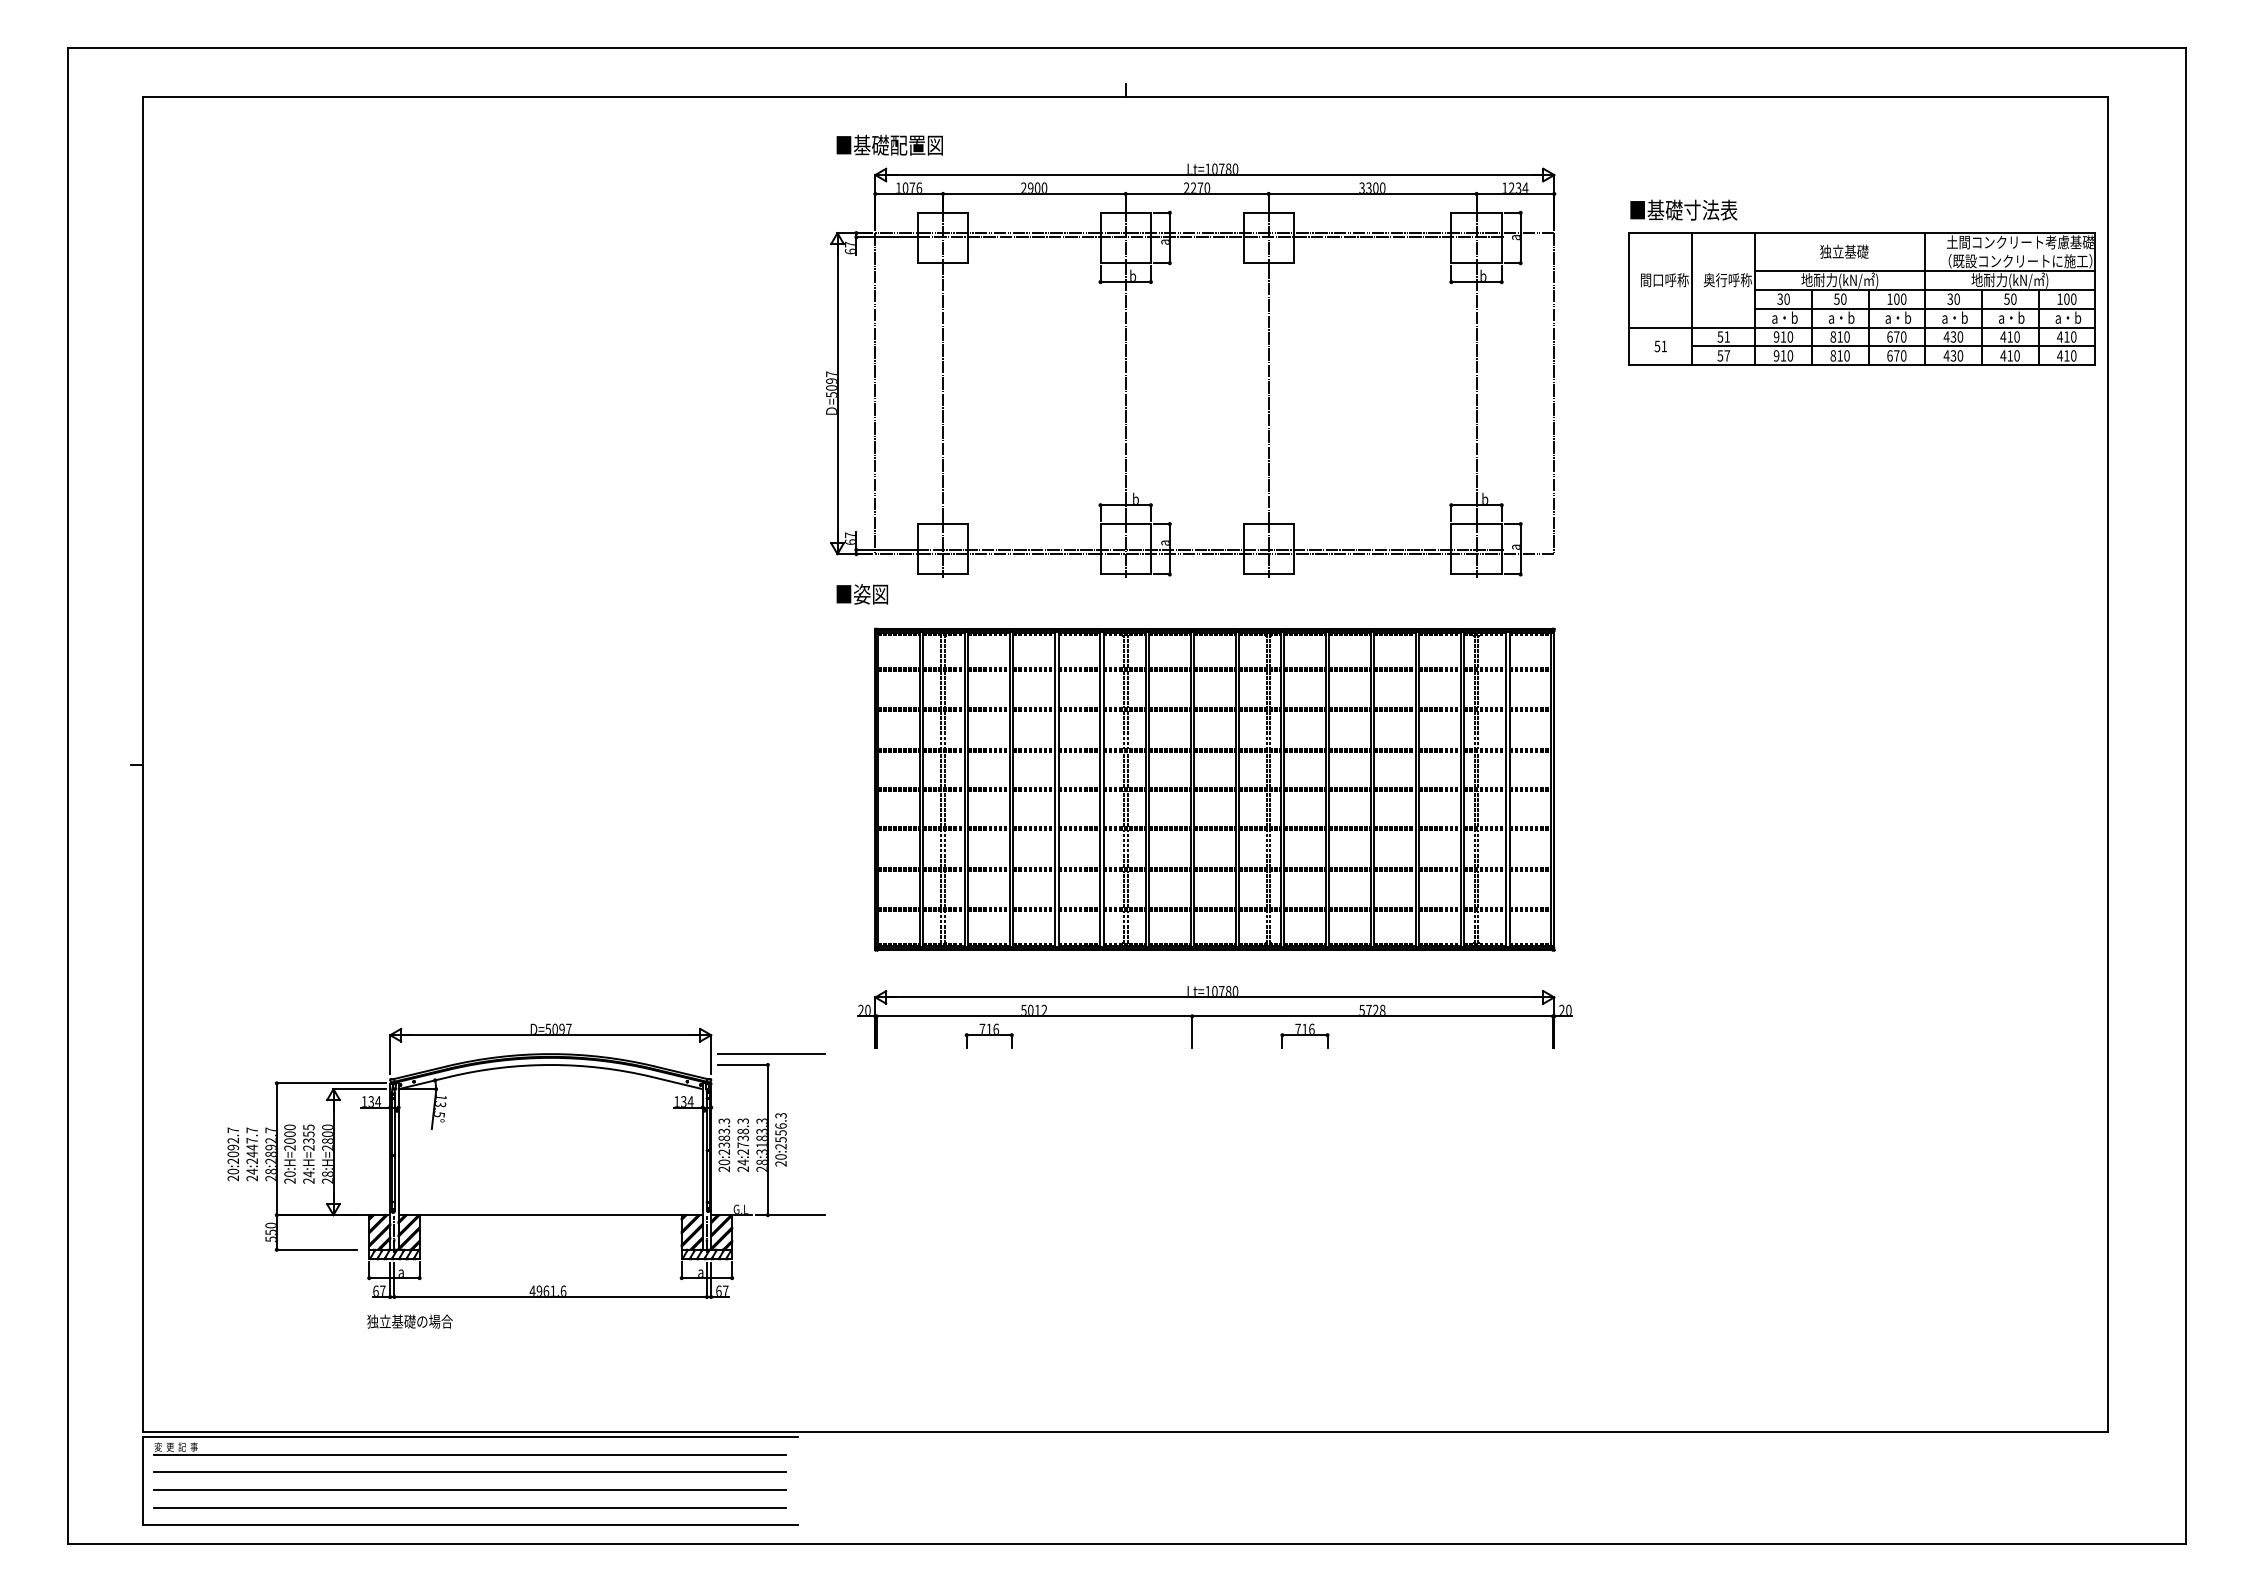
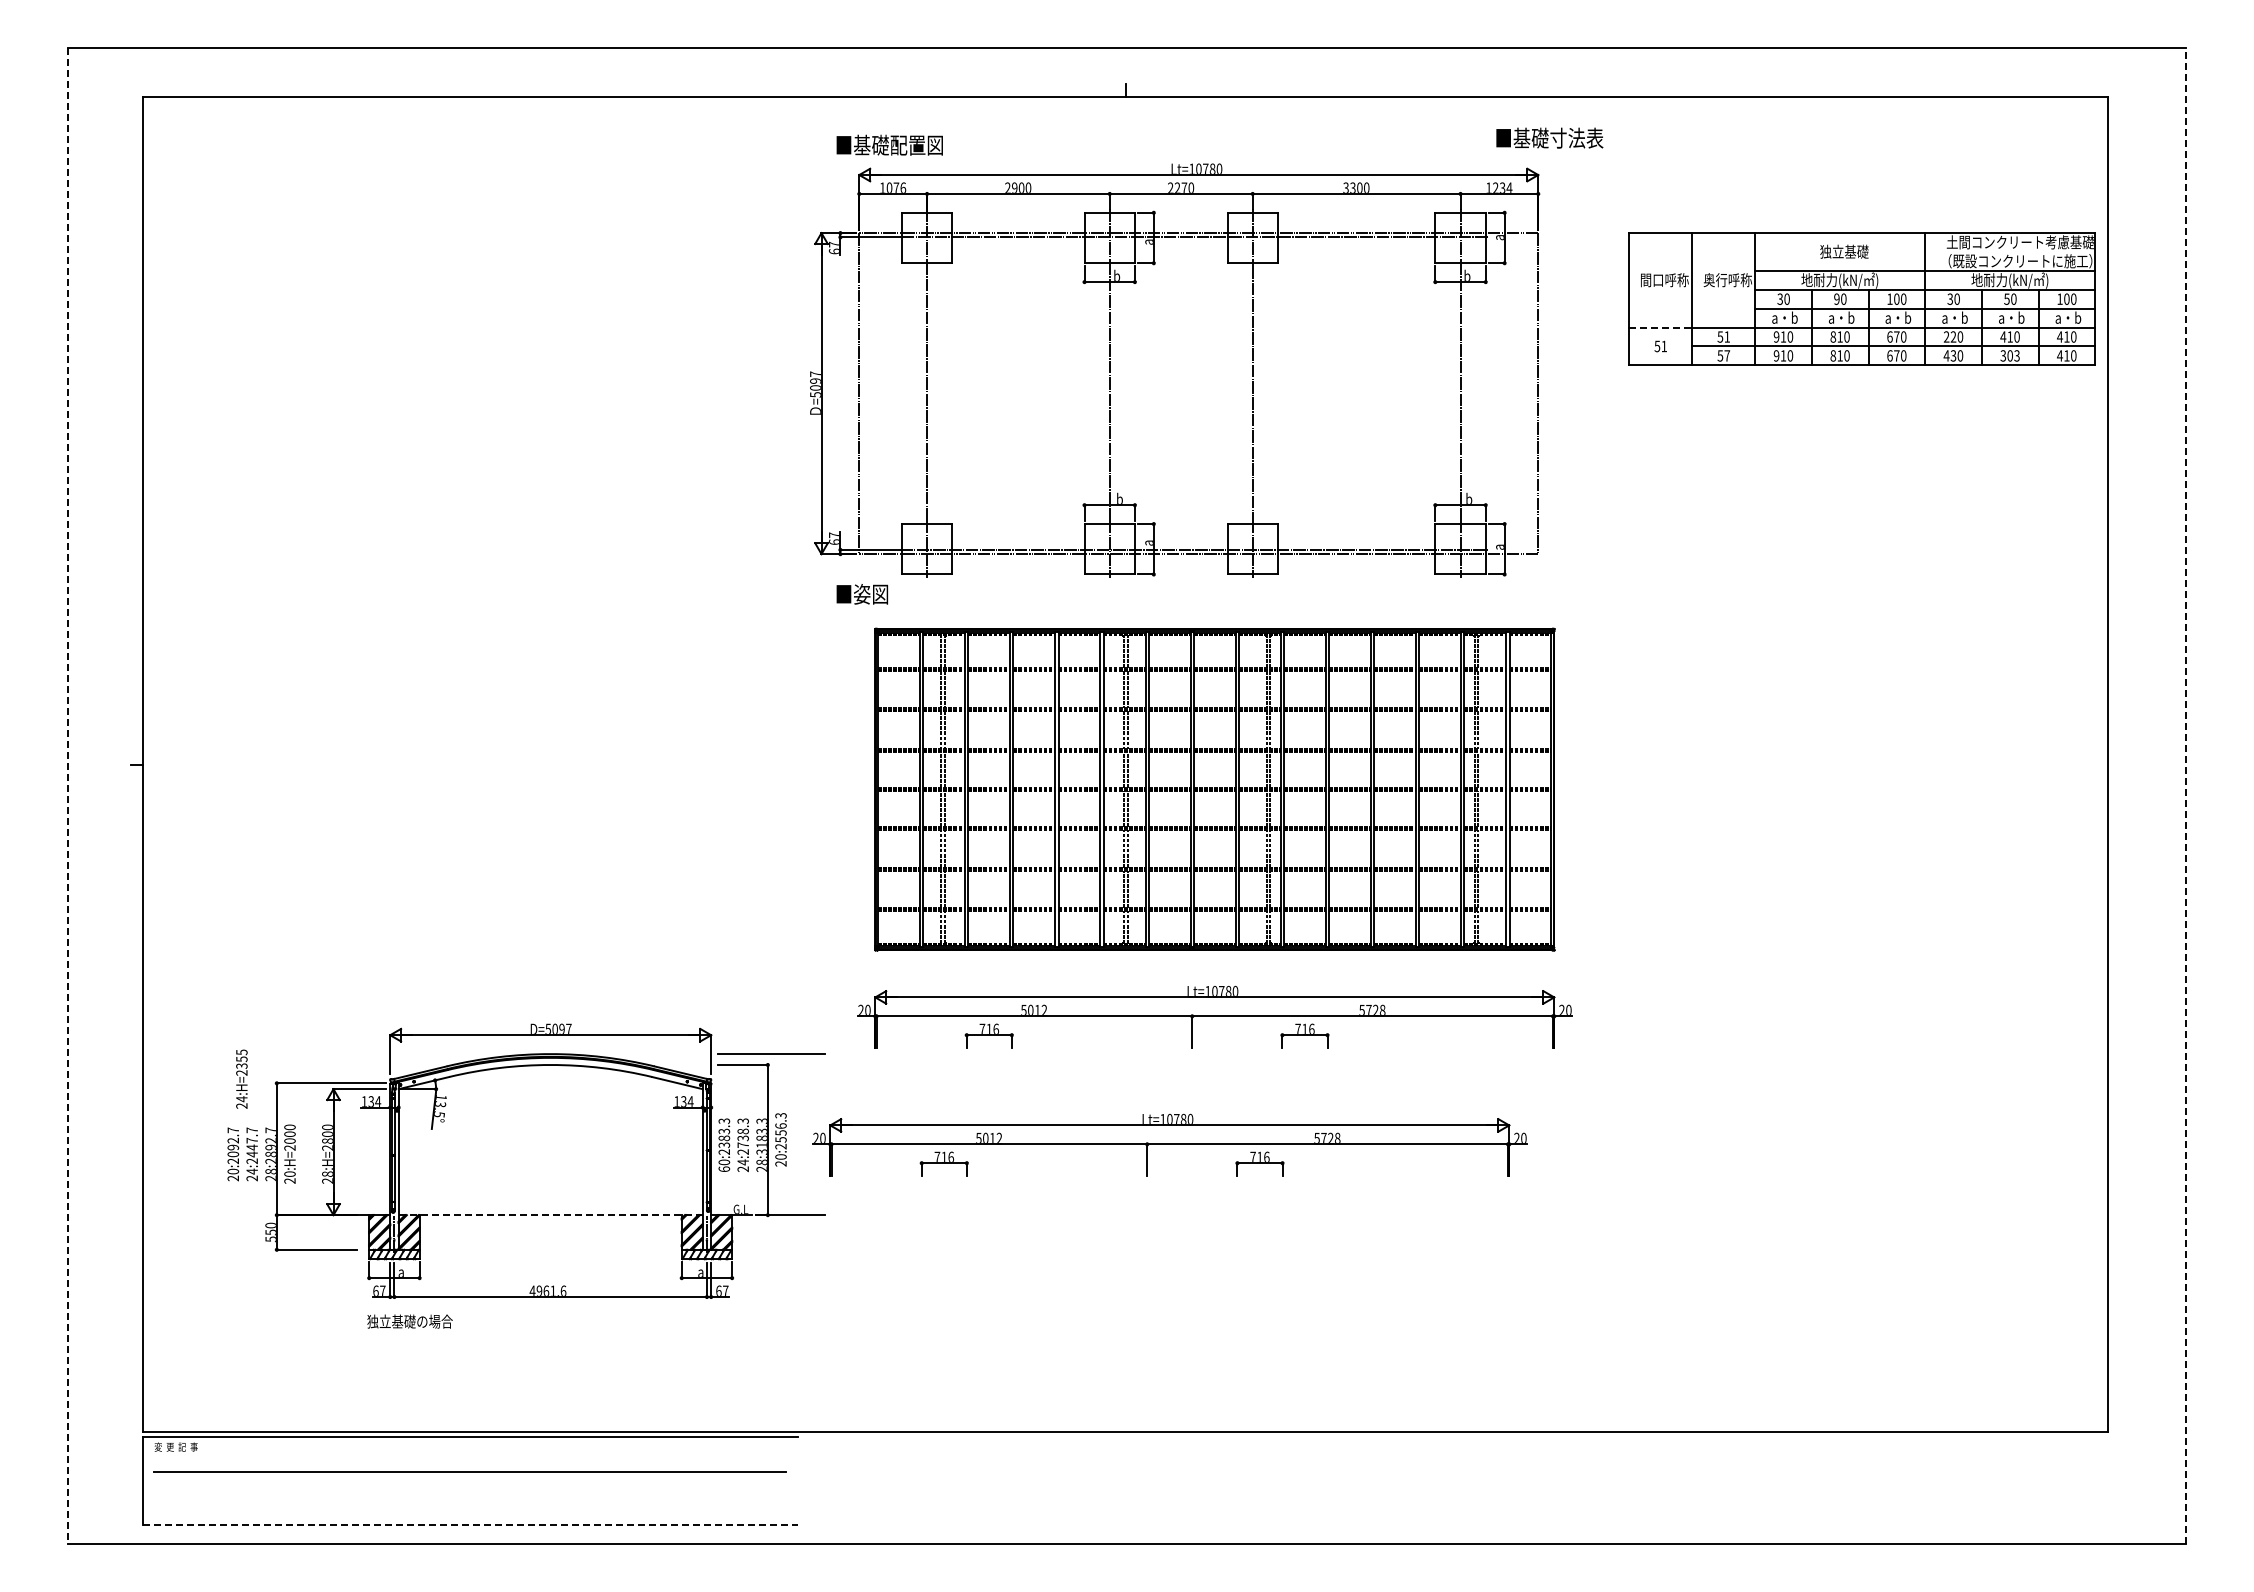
text at (1683, 209) position: (1683, 209) -> (1549, 137)
text at (1836, 298): 50 -> 90
line at (1661, 327): solid -> dashed
text at (1949, 336): 430 -> 220
text at (2009, 355): 410 -> 303
part at (1126, 370) position: (1126, 370) -> (1110, 370)
line at (2186, 795): solid -> dashed
line at (67, 796): solid -> dashed
part at (1169, 1144): none -> present
text at (308, 1153) position: (308, 1153) -> (241, 1078)
text at (724, 1169): 20:2383.3 -> 60:2383.3
line at (551, 1215): solid -> dashed
line at (469, 1454): present -> none
line at (469, 1489): present -> none
line at (469, 1507): present -> none
line at (470, 1525): solid -> dashed
